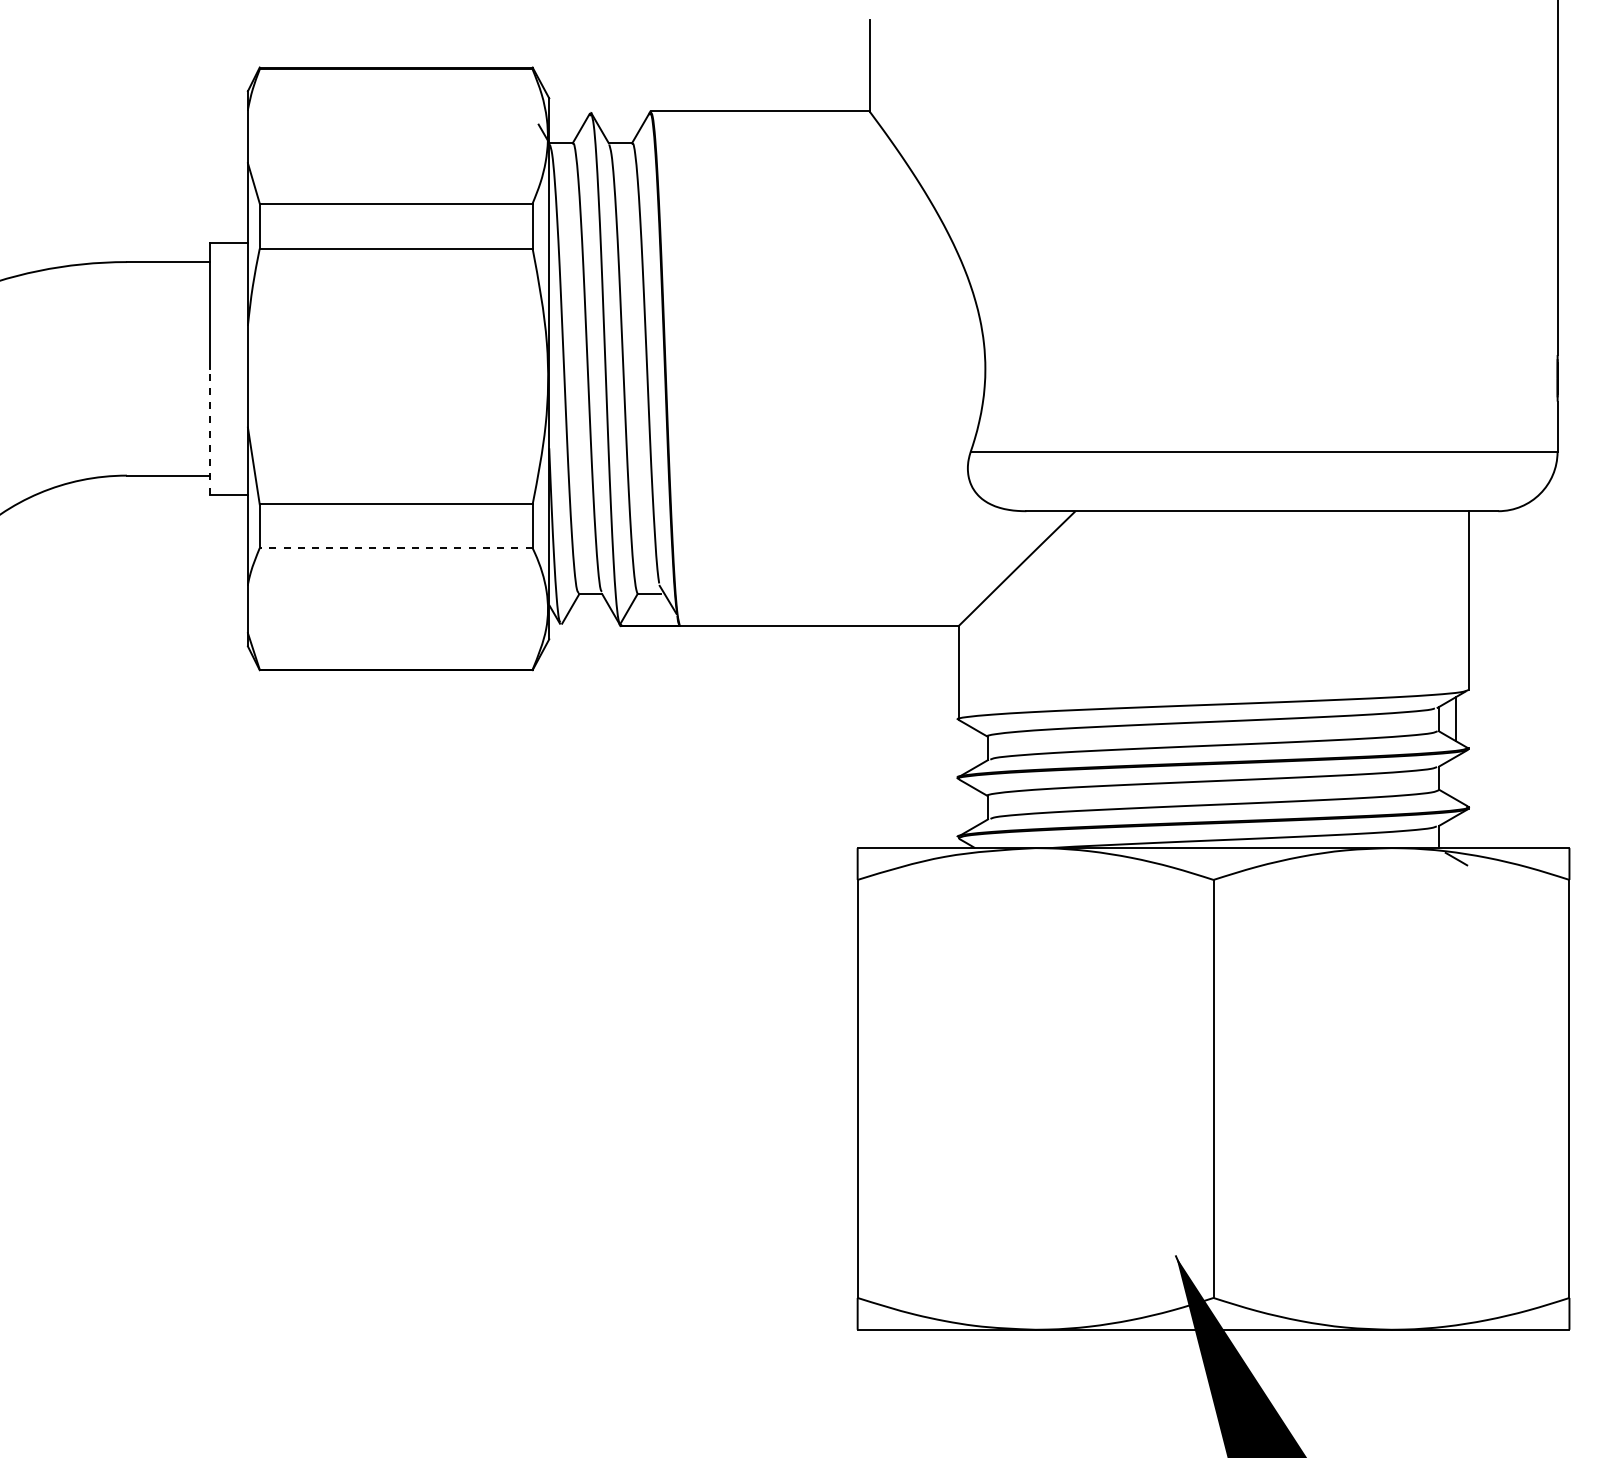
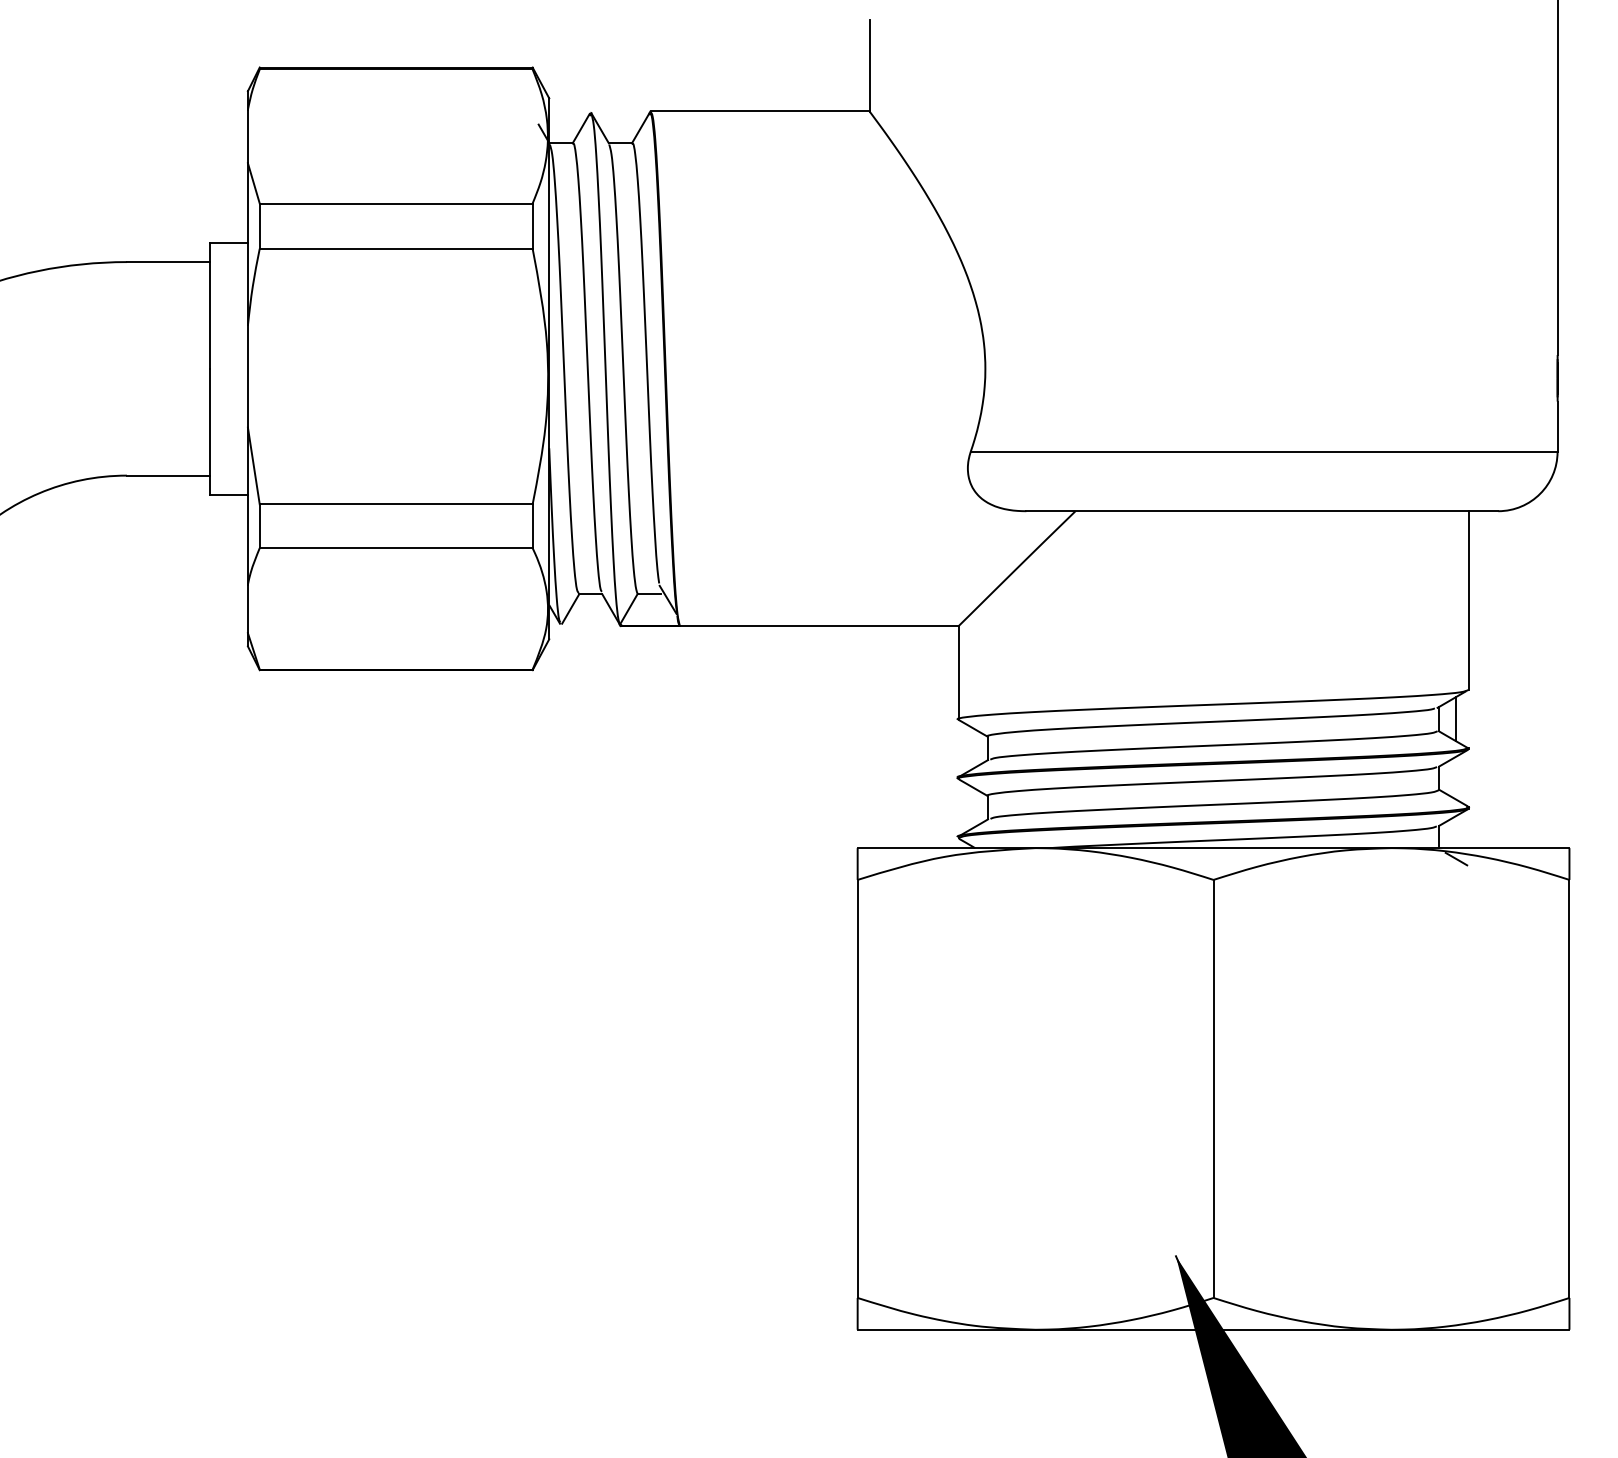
line at (209, 431): dashed -> solid
line at (395, 548): dashed -> solid
